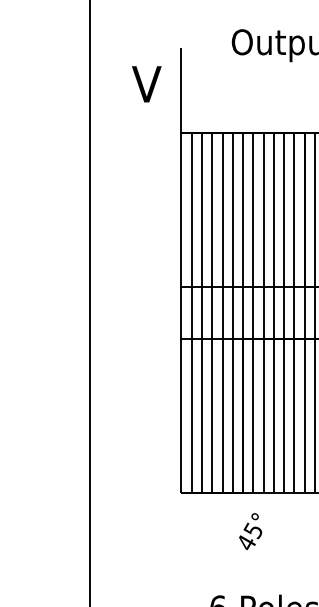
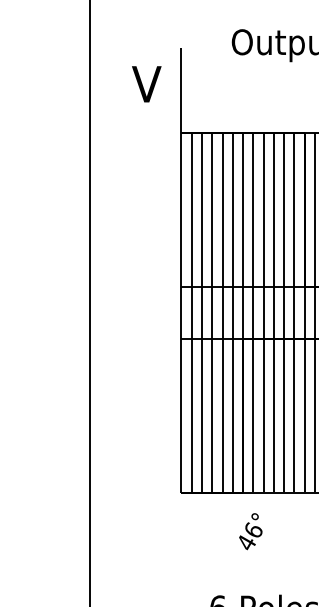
text at (252, 530): 45° -> 46°
